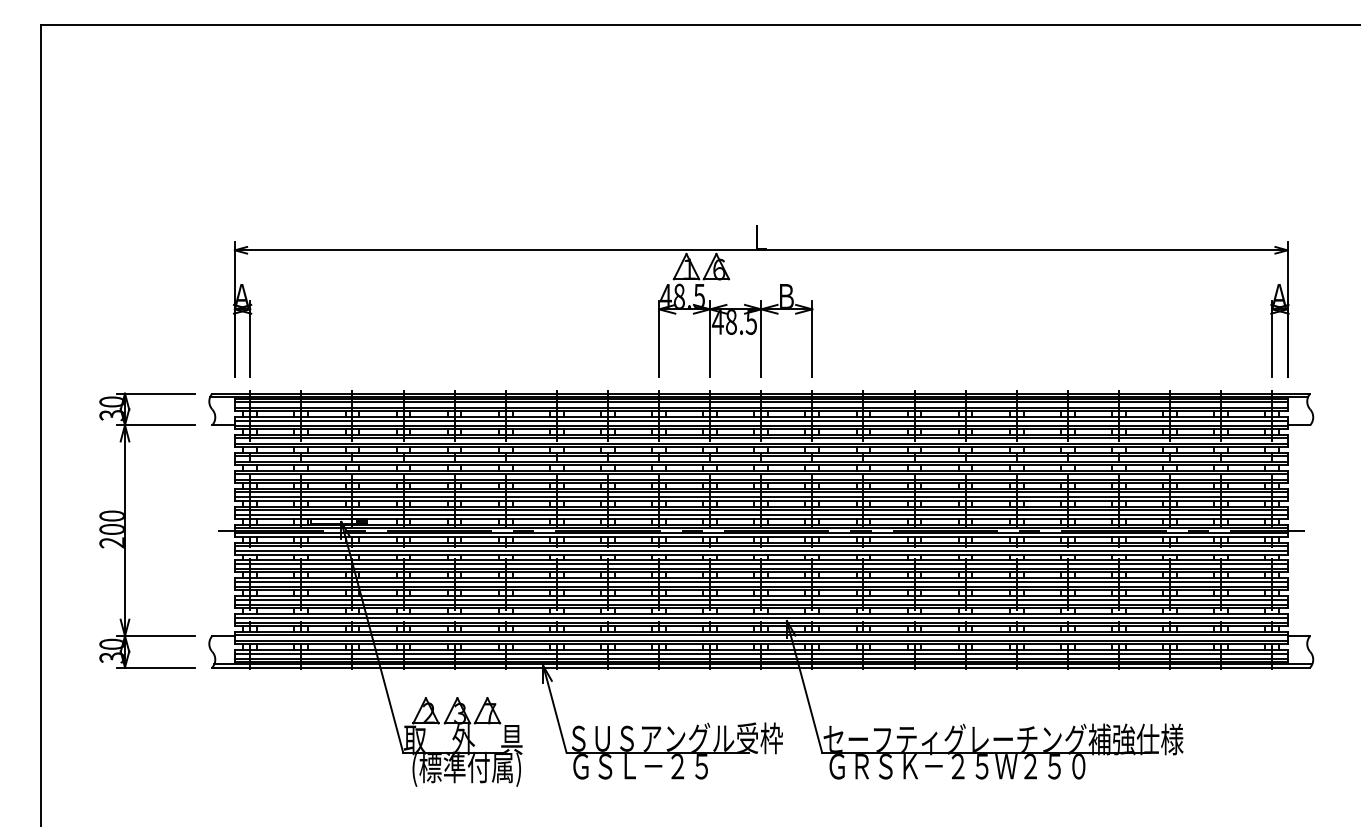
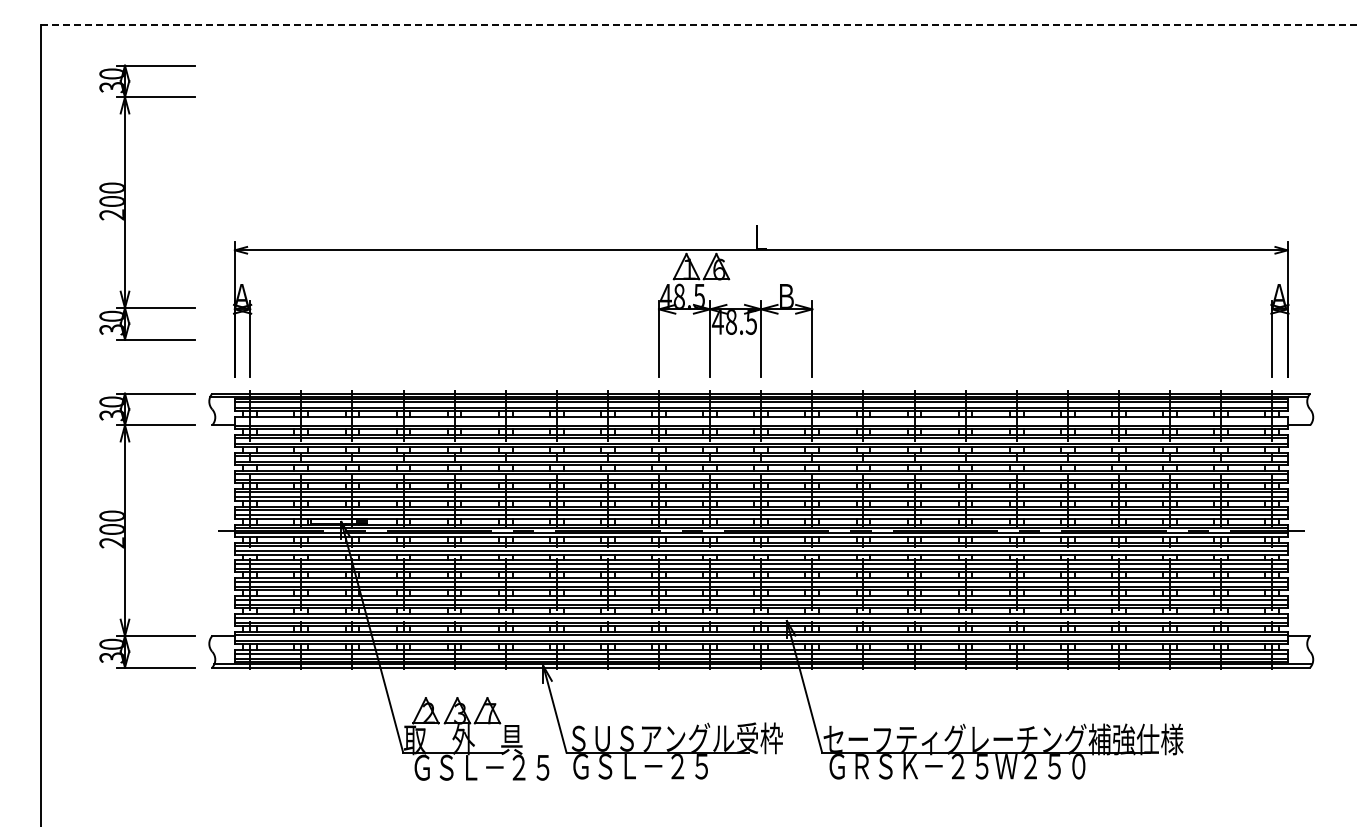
line at (700, 24): solid -> dashed
part at (125, 202): none -> present
line at (760, 420): present -> none
text at (480, 768): (標準付属) -> ＧＳＬ－２５
